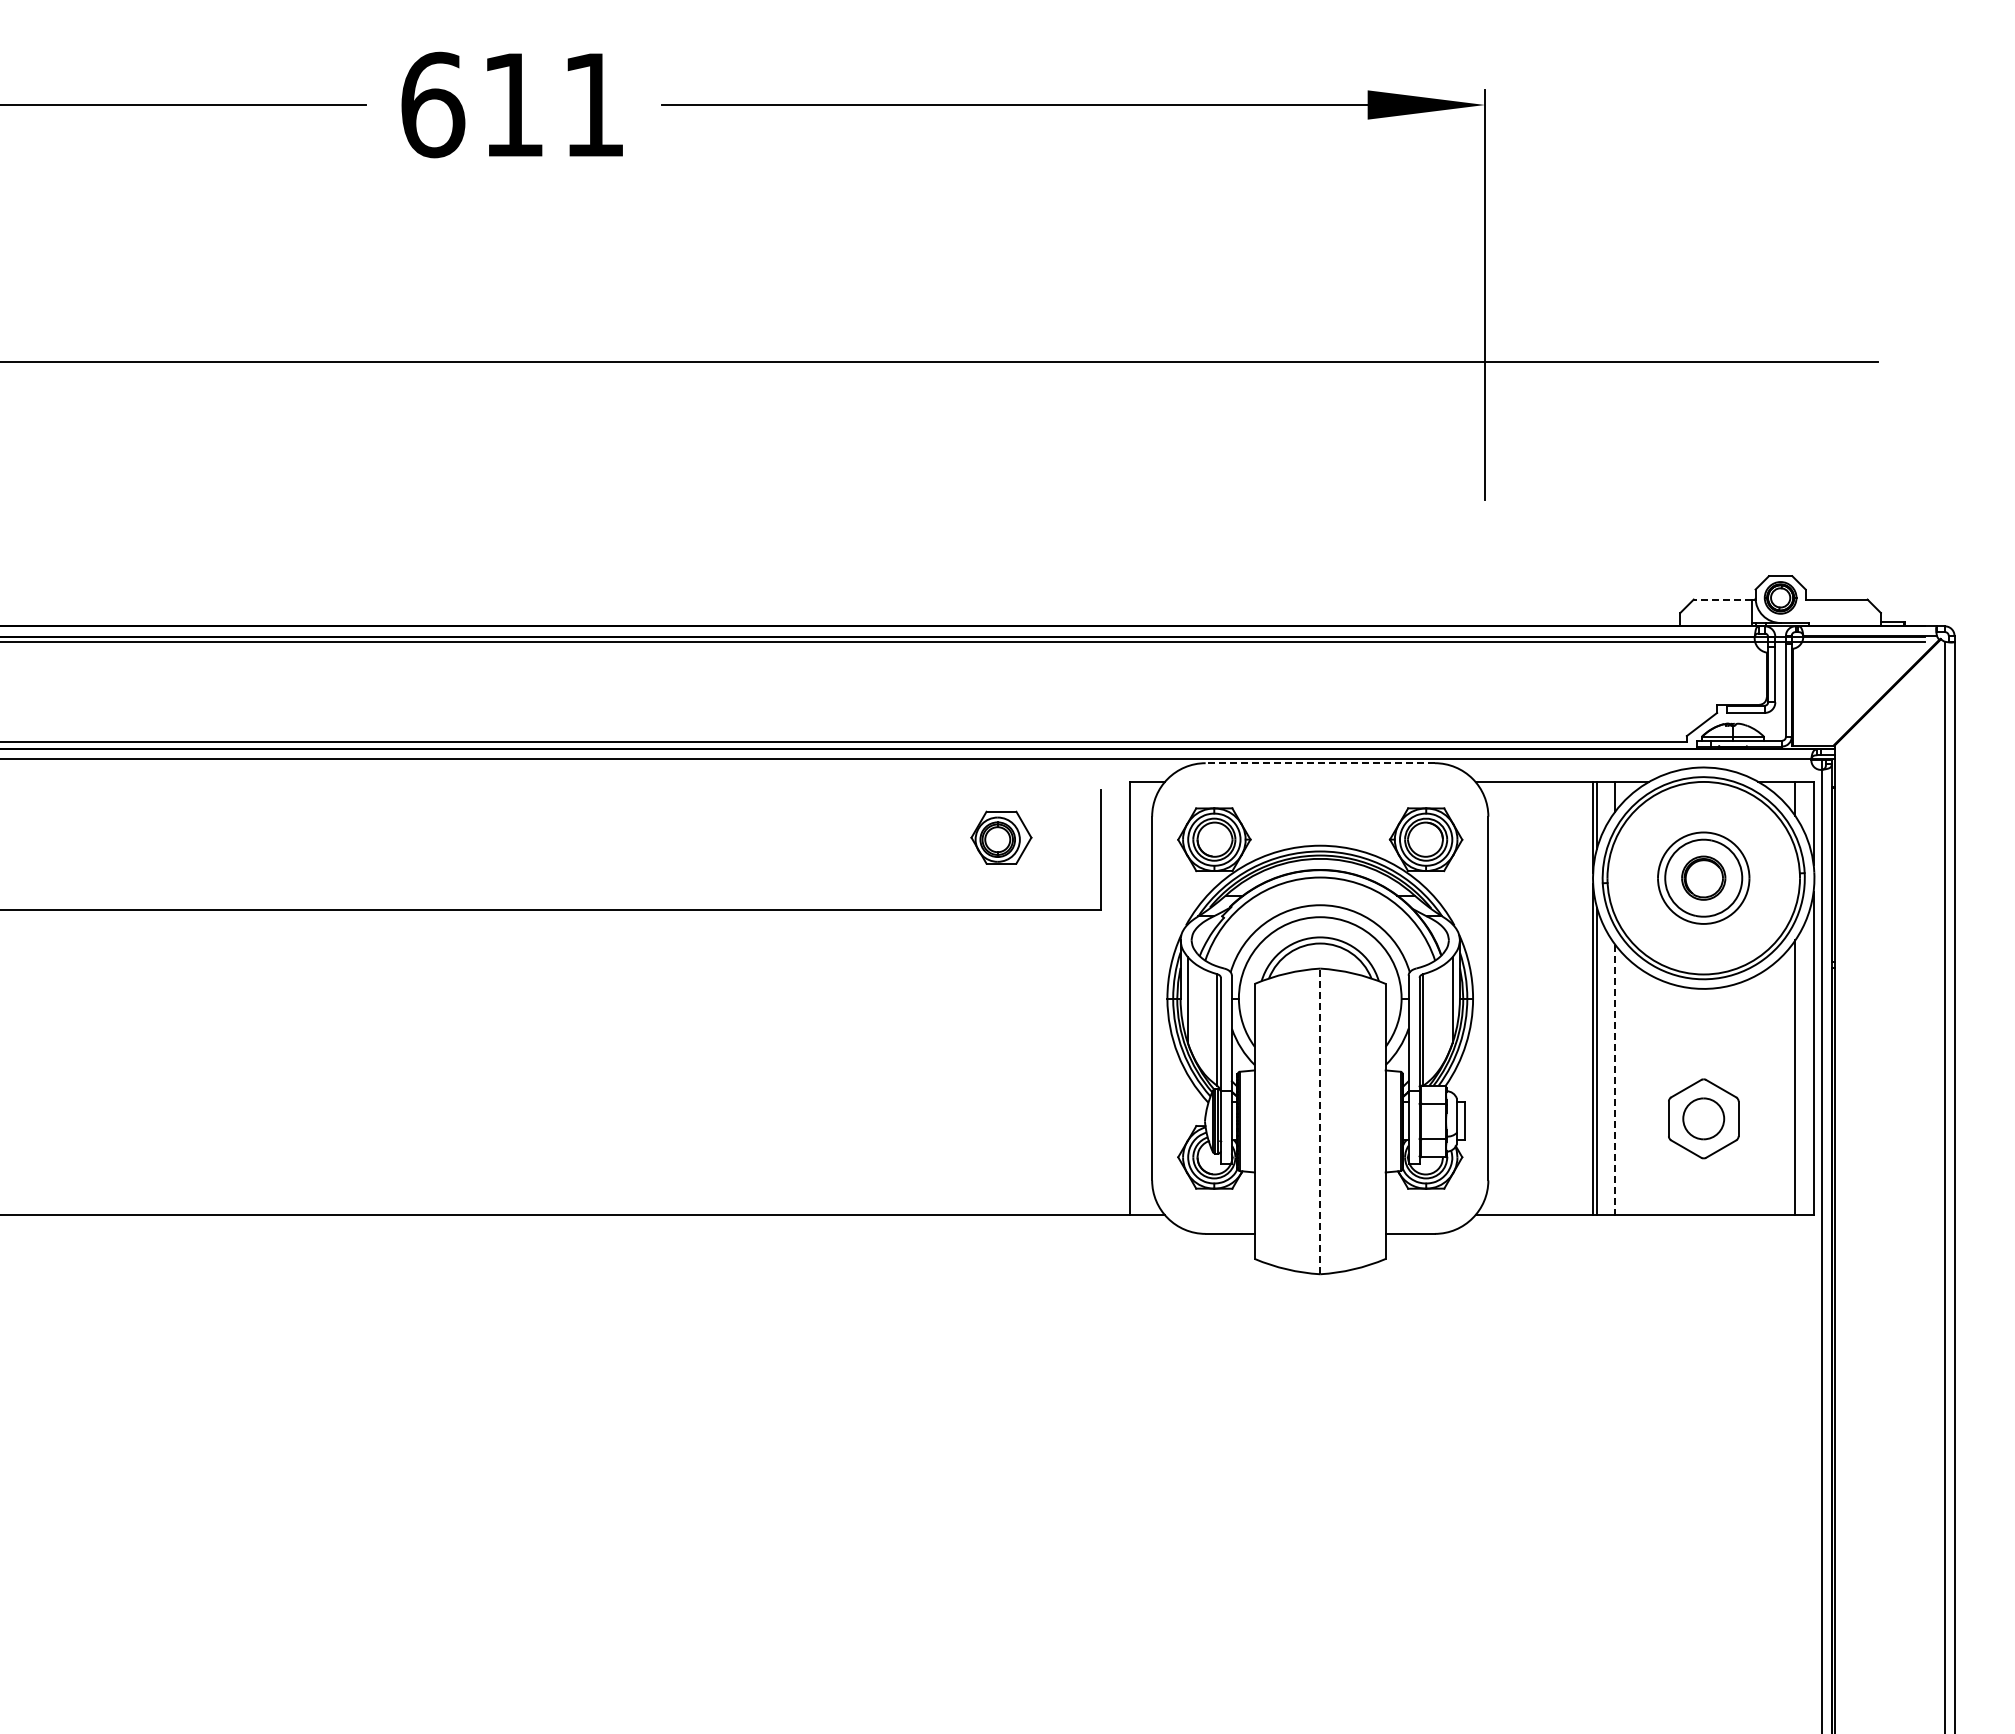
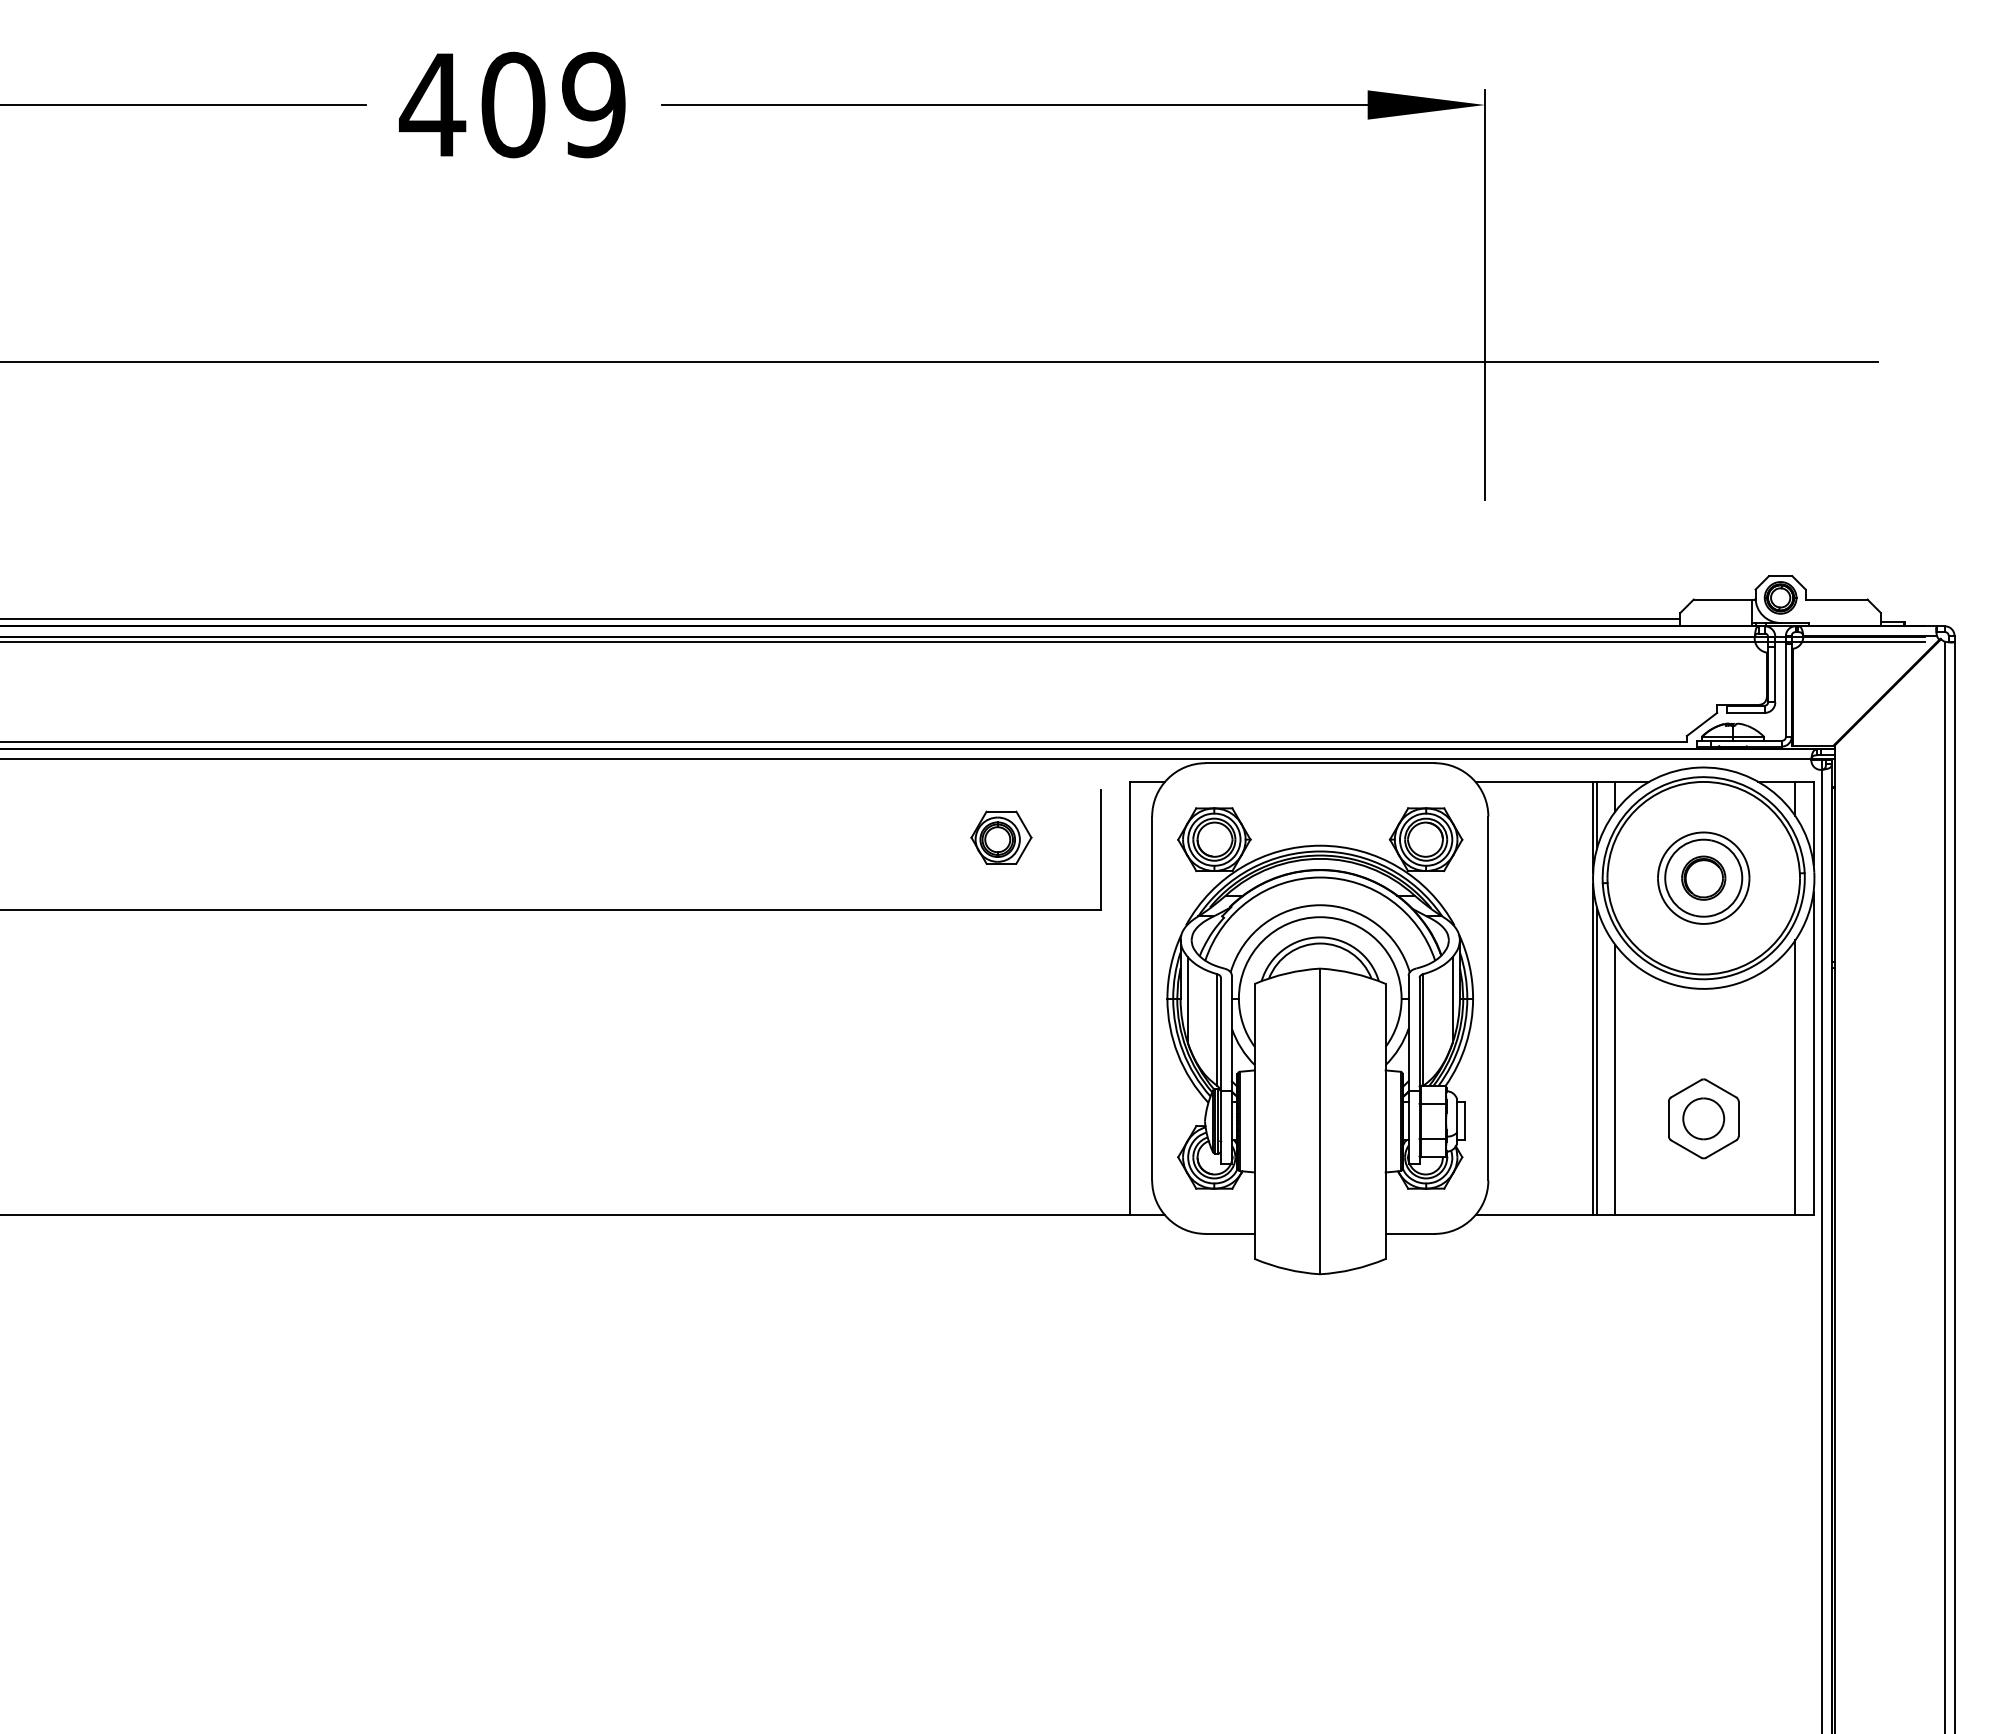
text at (512, 104): 611 -> 409
line at (1722, 599): dashed -> solid
line at (841, 619): none -> present
line at (1320, 763): dashed -> solid
line at (1615, 1080): dashed -> solid
line at (1320, 1121): dashed -> solid
